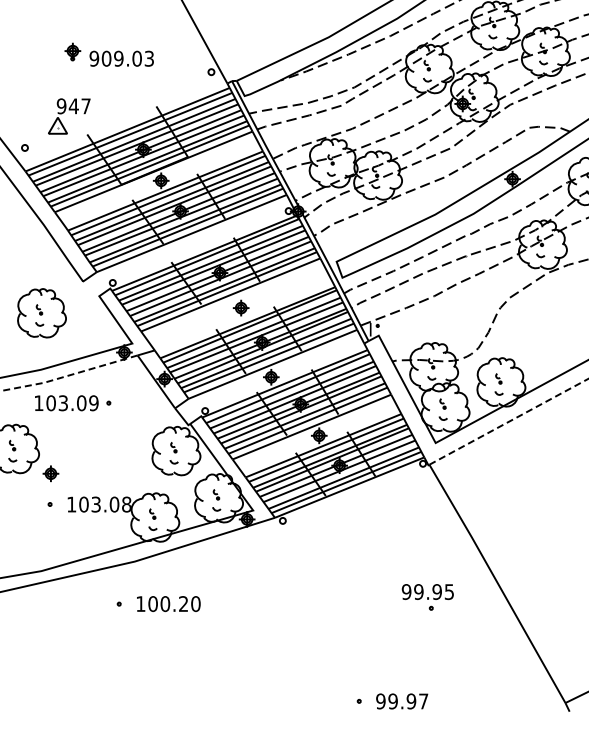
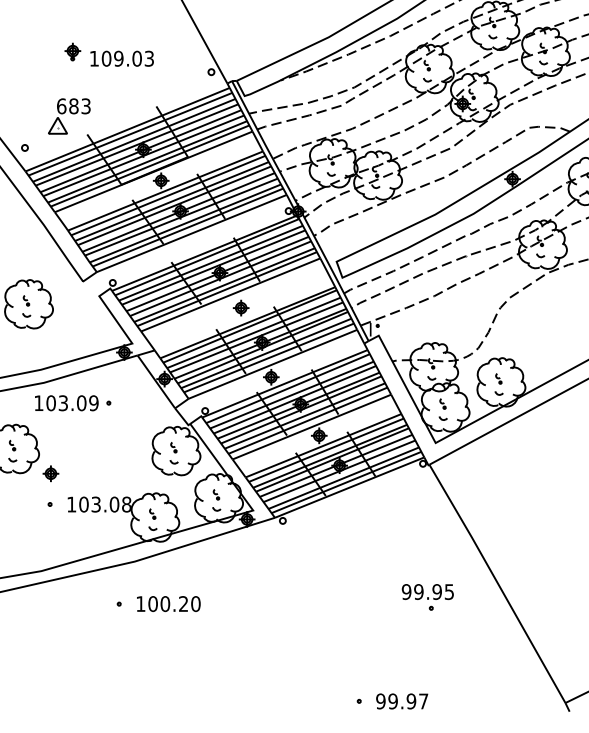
text at (94, 58): 909.03 -> 109.03
text at (73, 106): 947 -> 683
part at (41, 313) position: (41, 313) -> (28, 304)
line at (68, 375): dashed -> solid
line at (509, 421): dashed -> solid
